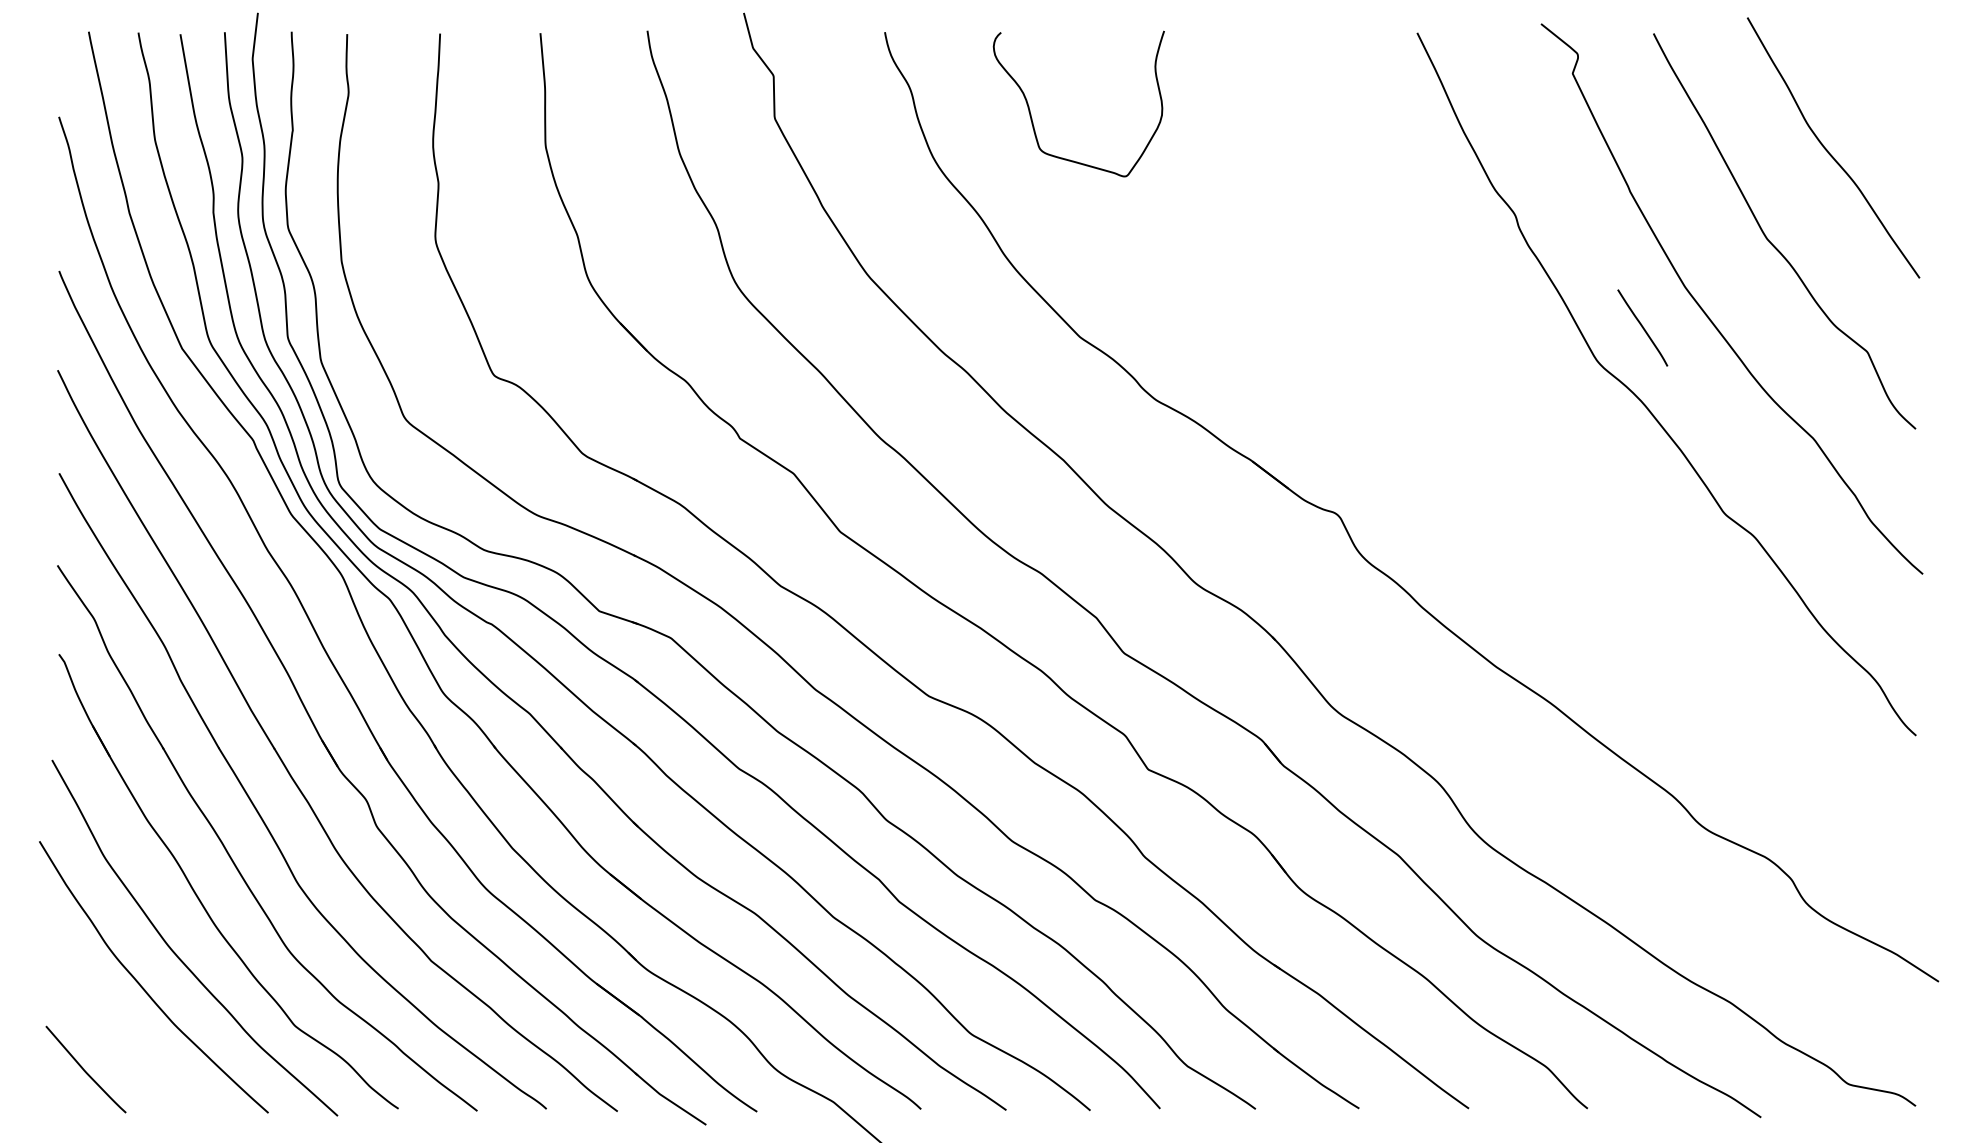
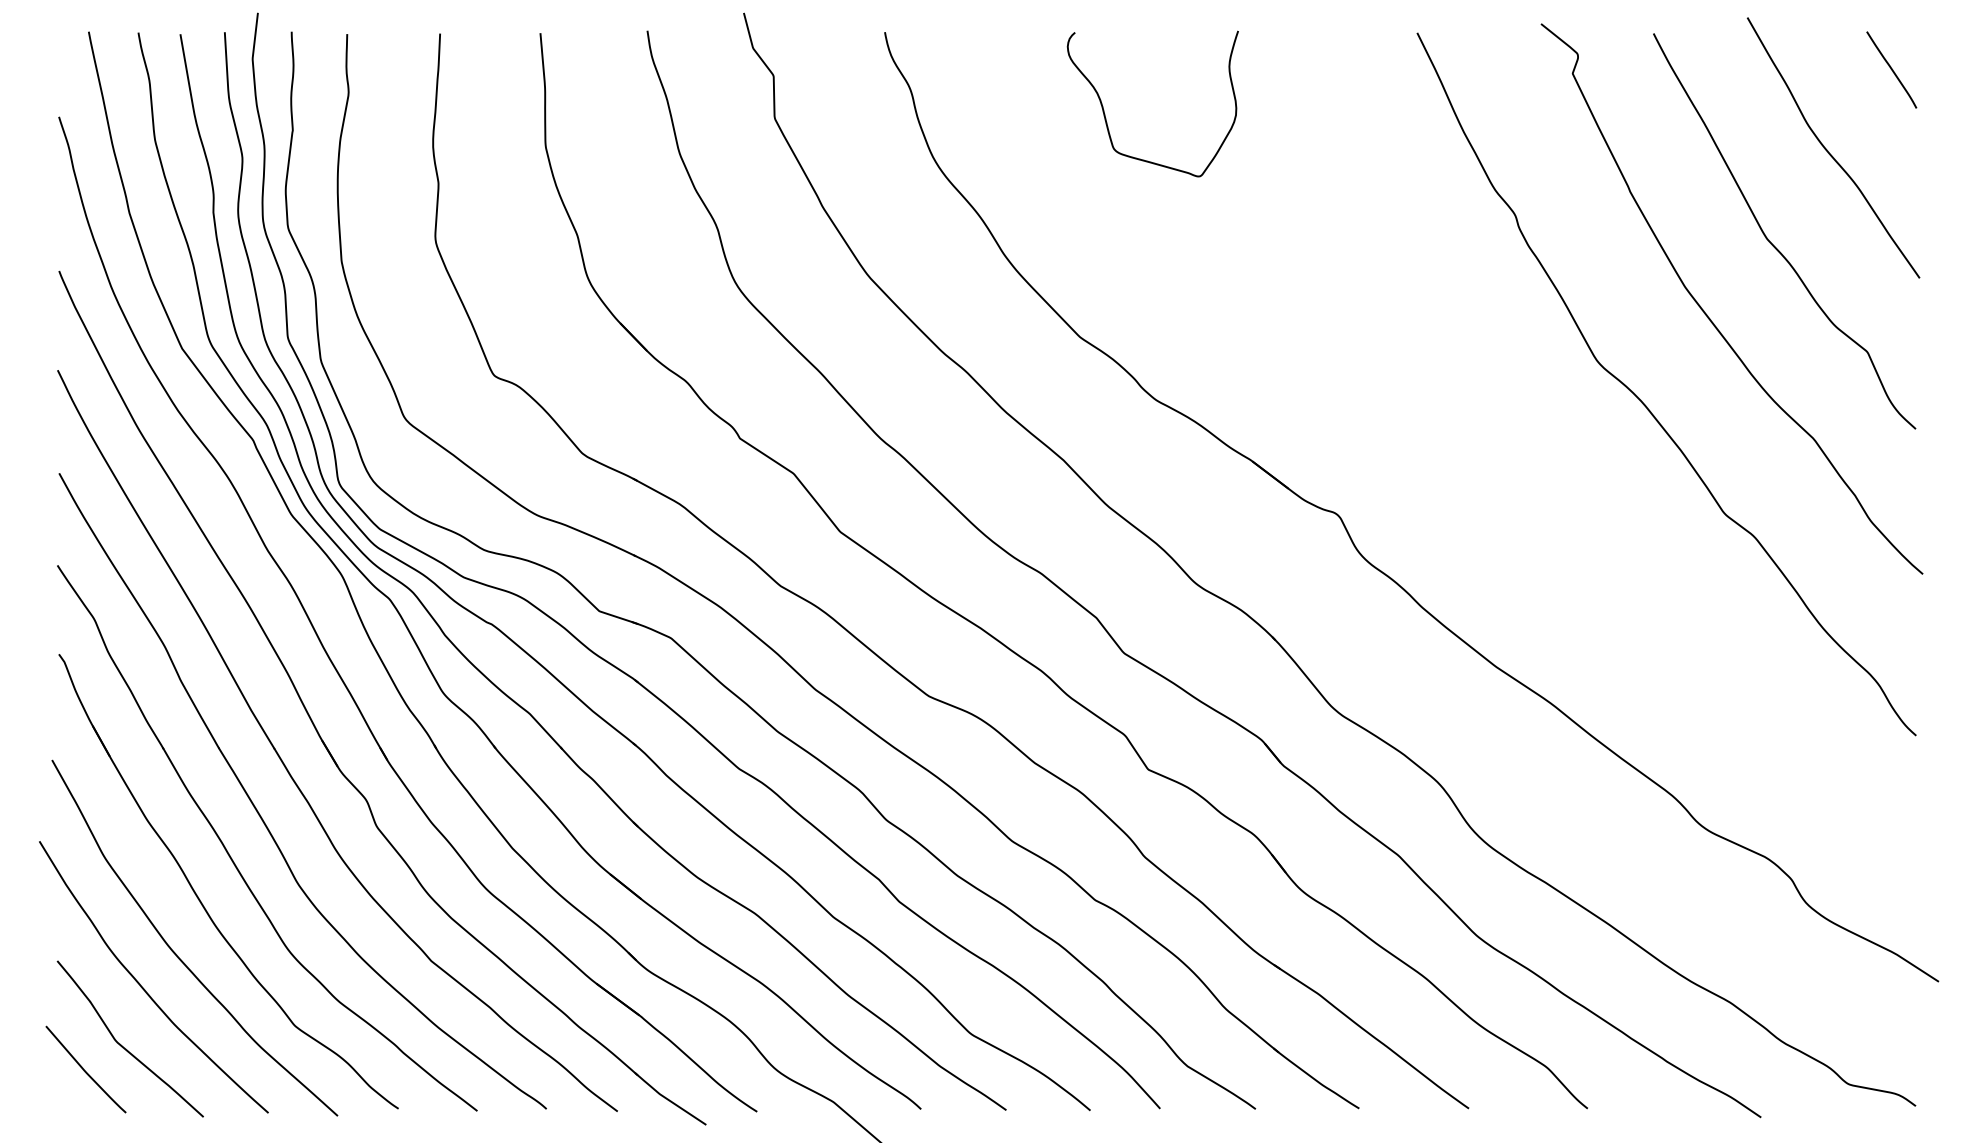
curve at (1031, 114) position: (1031, 114) -> (1105, 114)
line at (1642, 327) position: (1642, 327) -> (1891, 69)
curve at (122, 1045): none -> present
